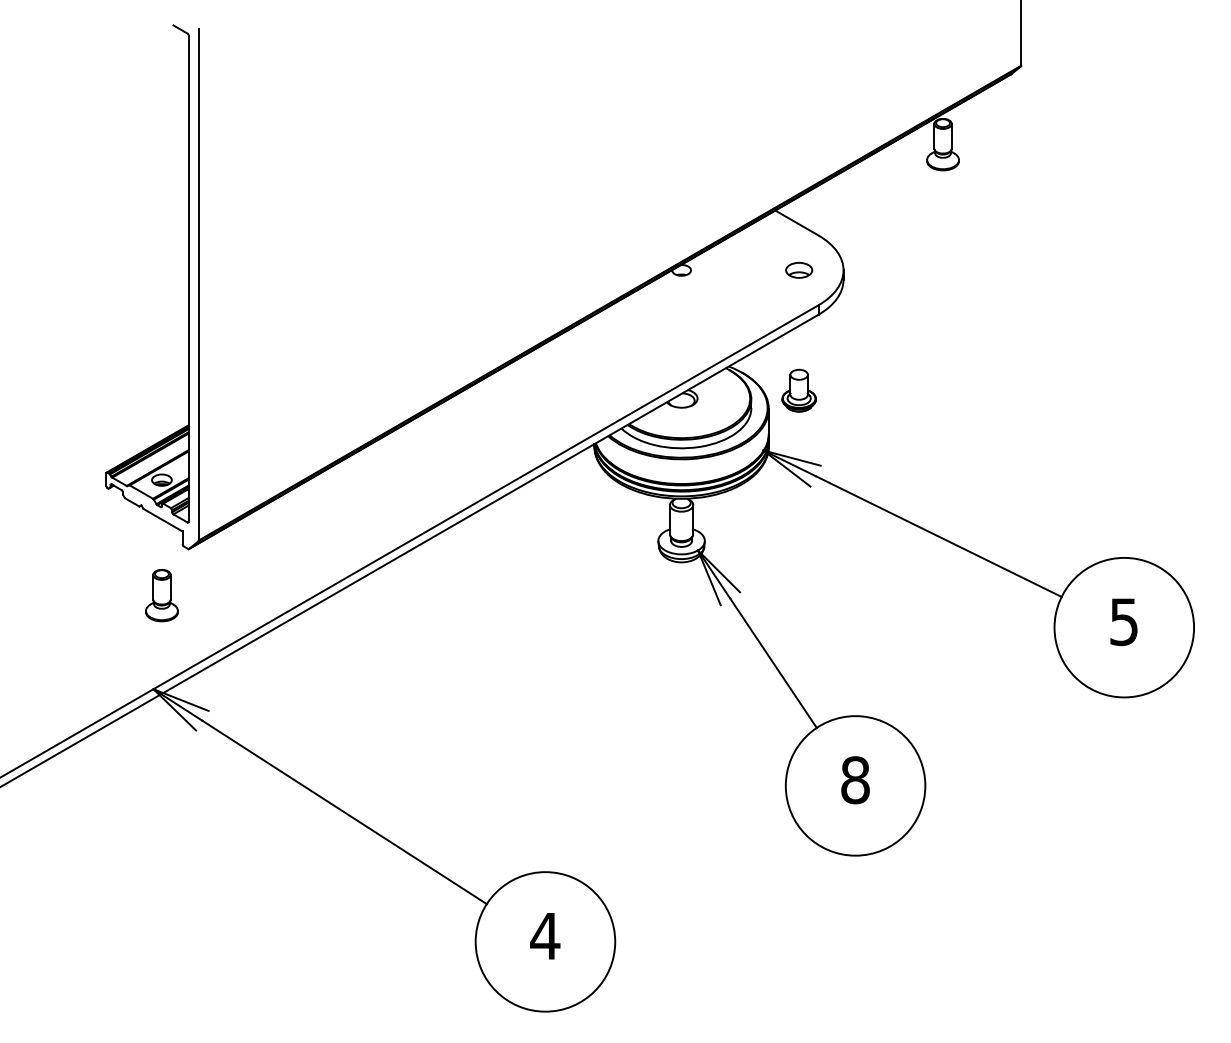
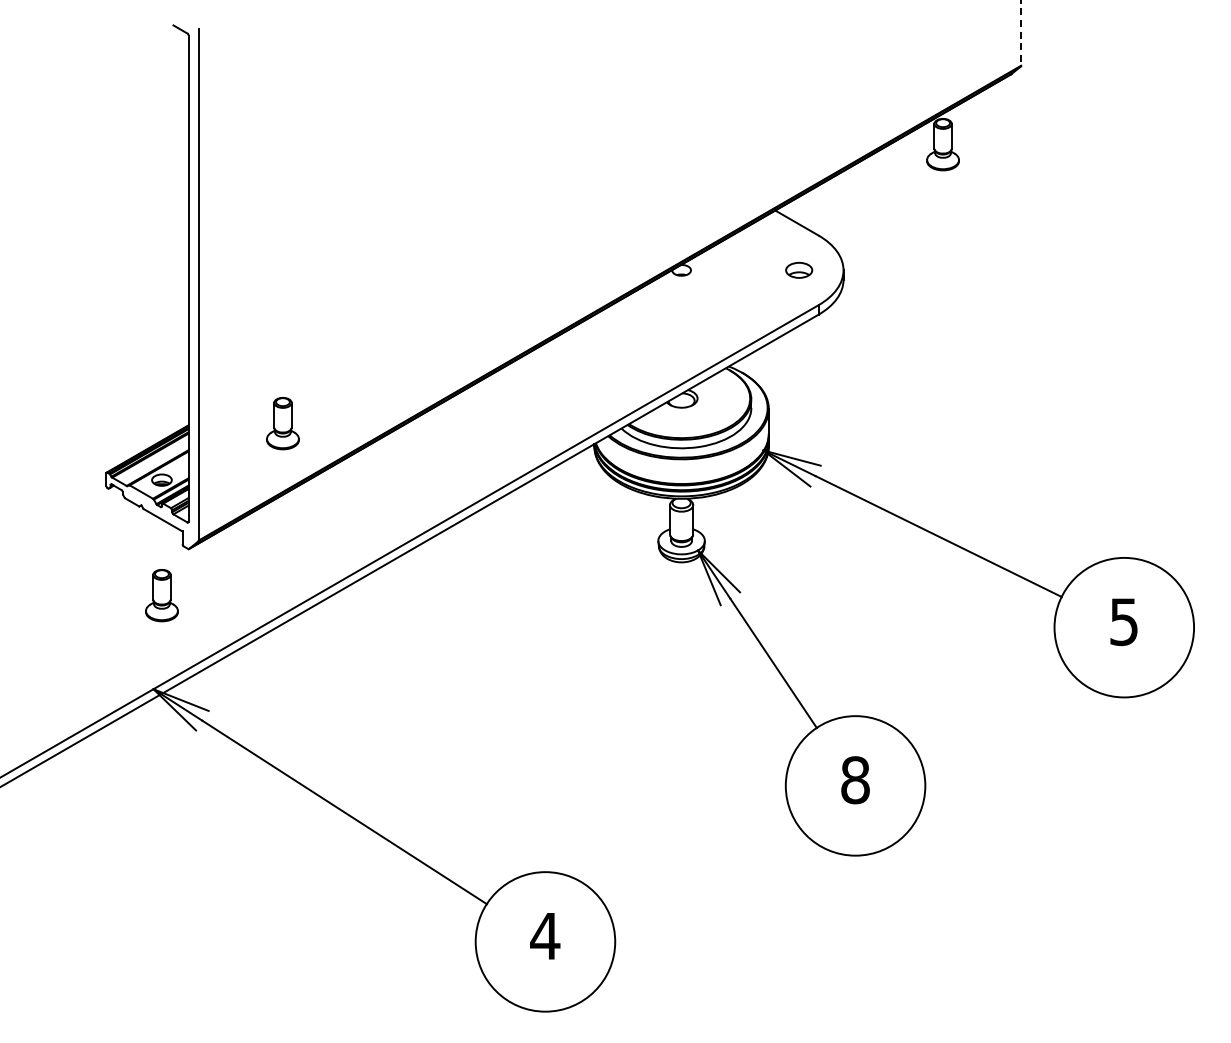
line at (1021, 33): solid -> dashed
part at (798, 390): present -> none
part at (282, 423): none -> present
